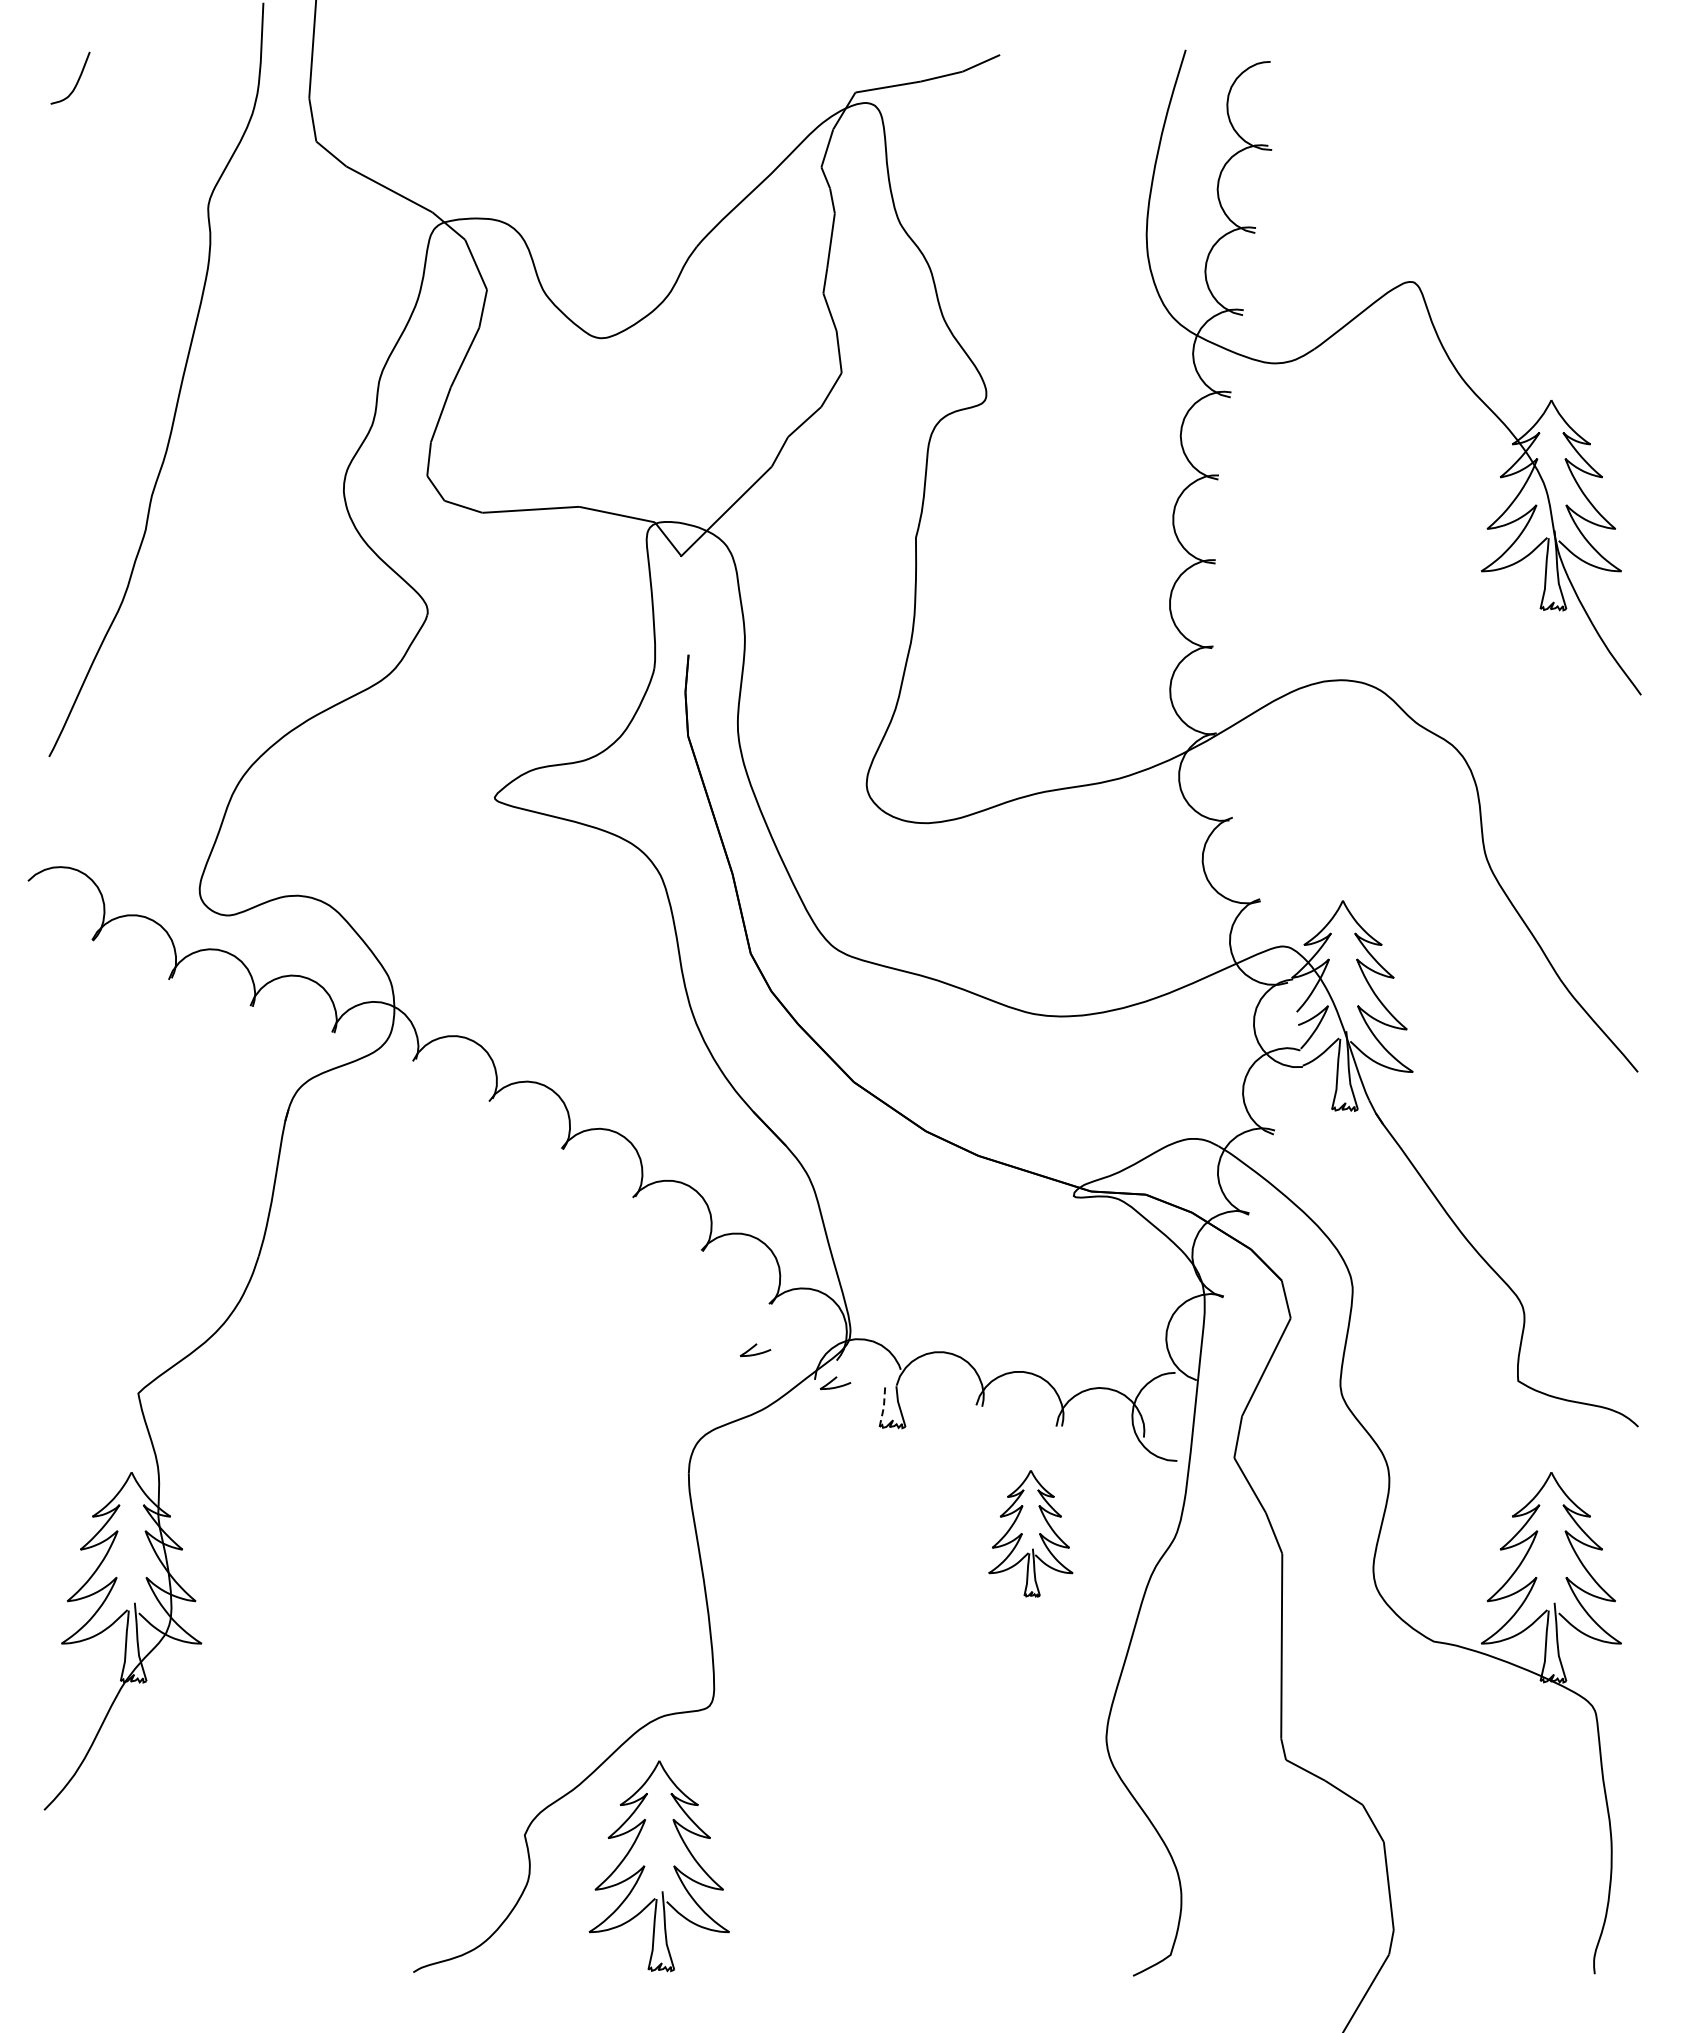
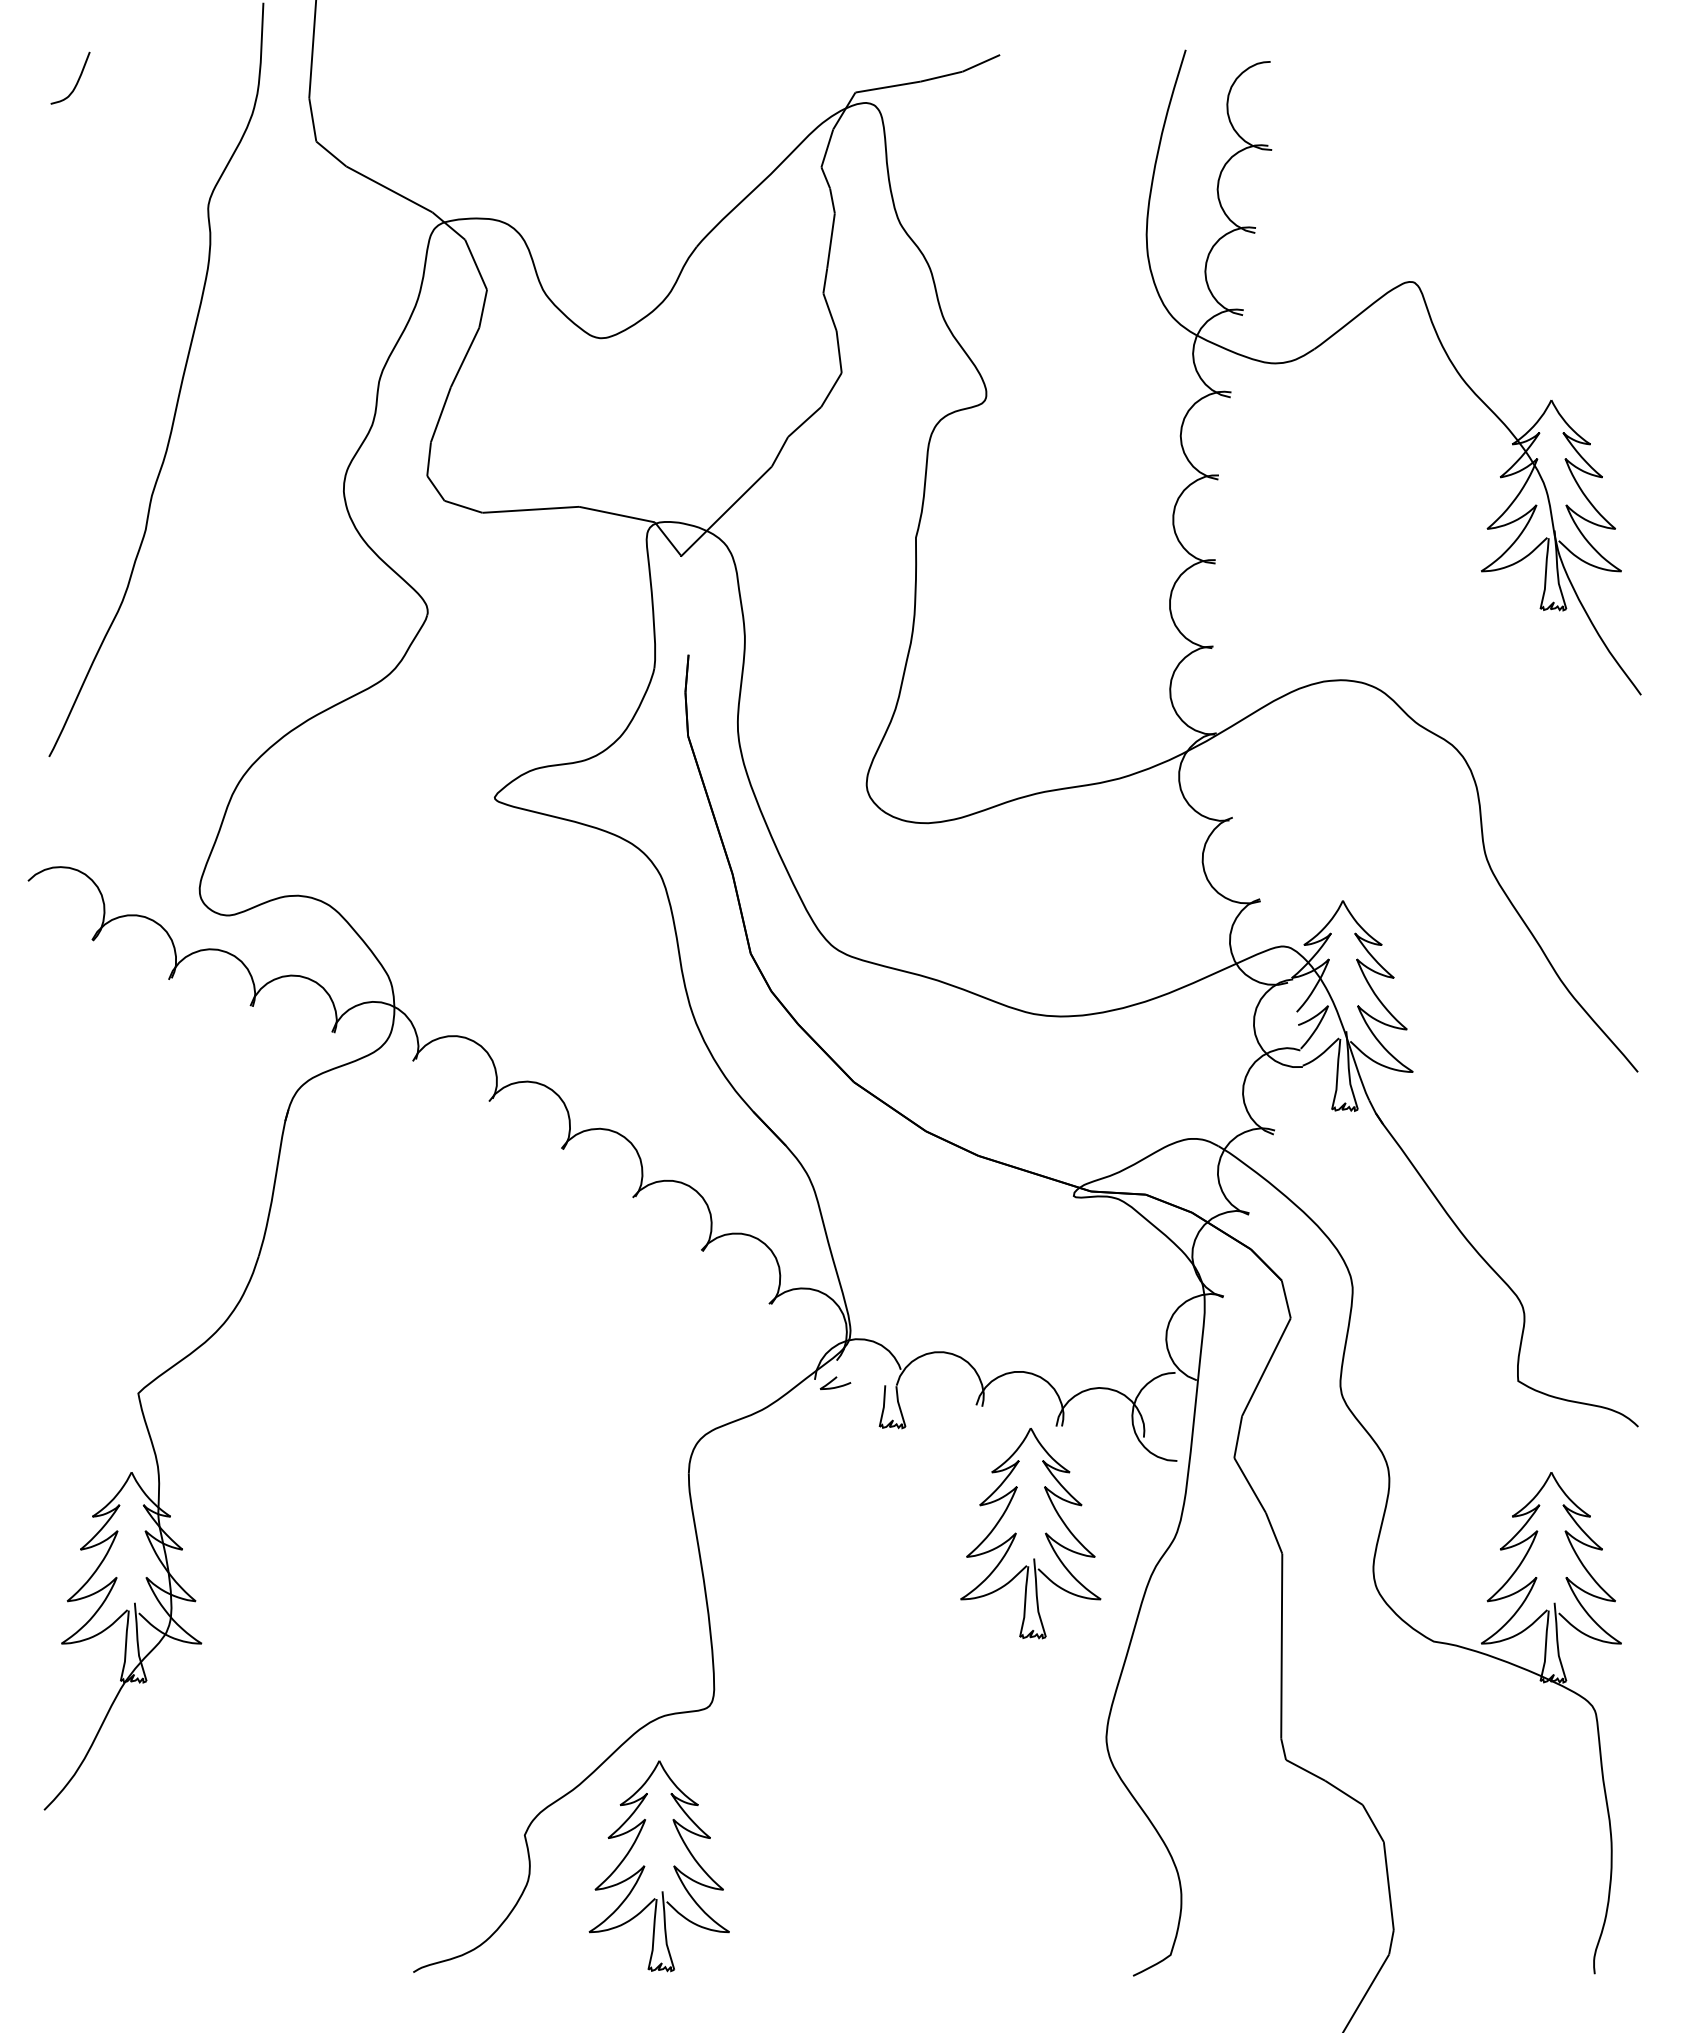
curve at (754, 1347): present -> none
line at (883, 1407): dashed -> solid
part at (1030, 1533) size: 86x128 px -> 142x212 px
